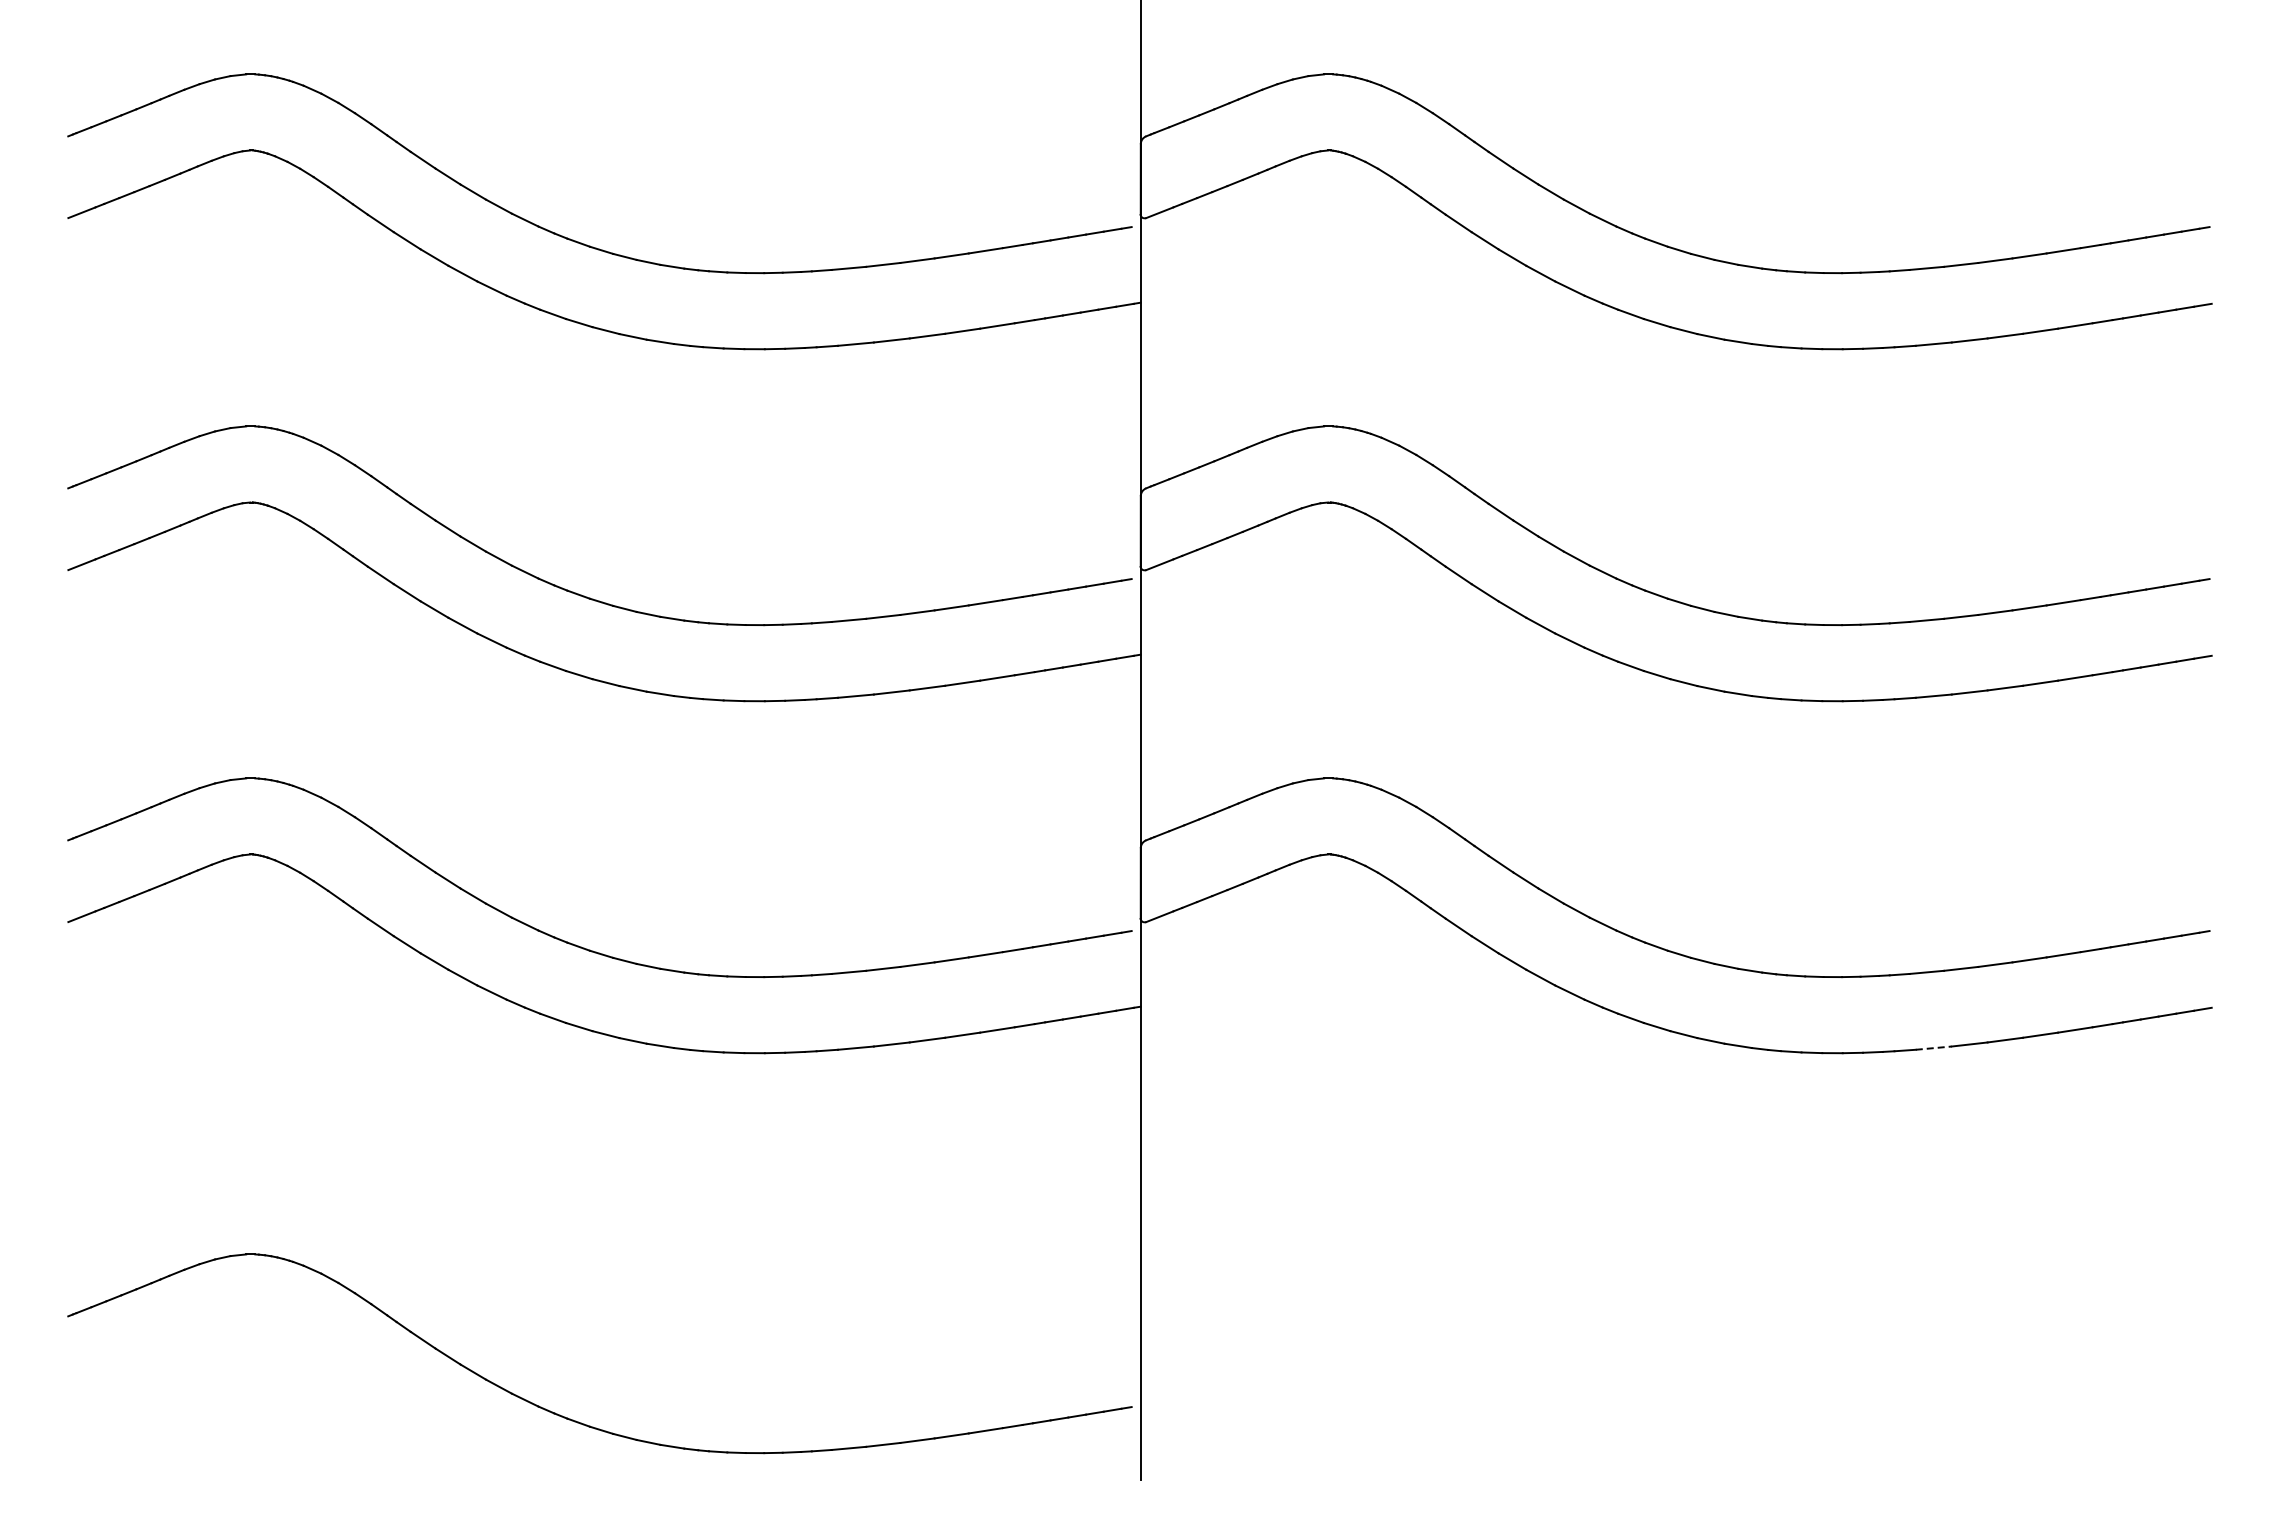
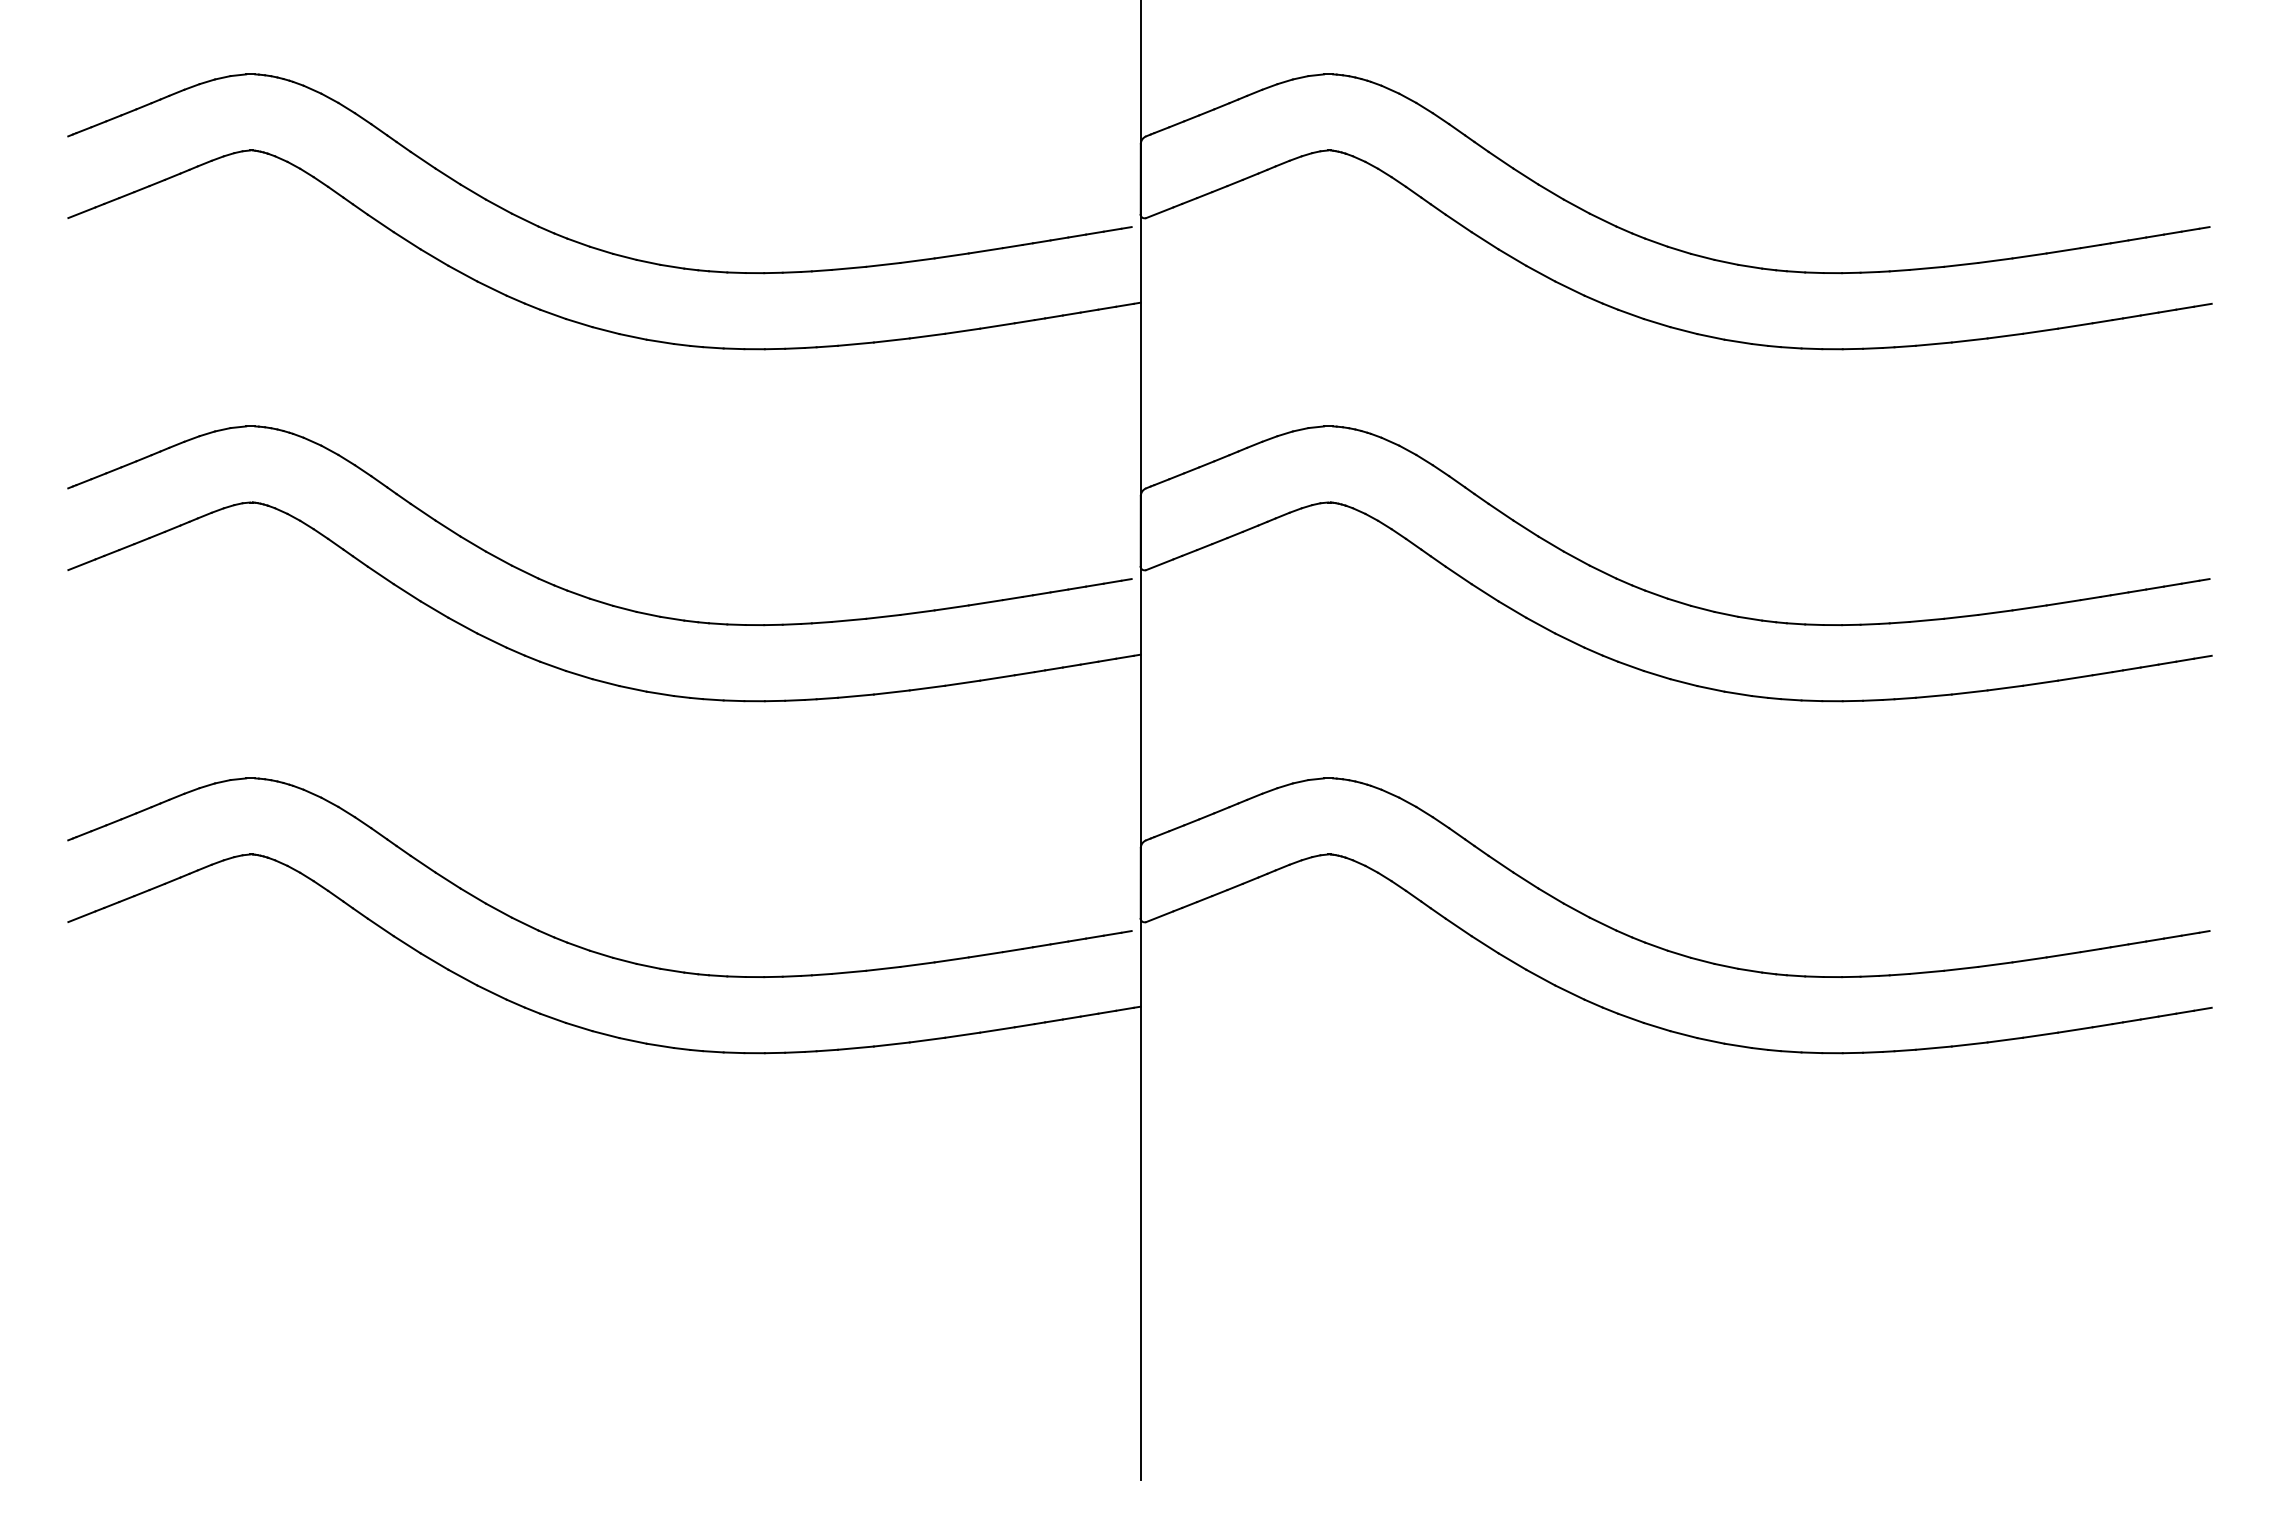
line at (1934, 1048): dashed -> solid
part at (576, 1420): present -> none
